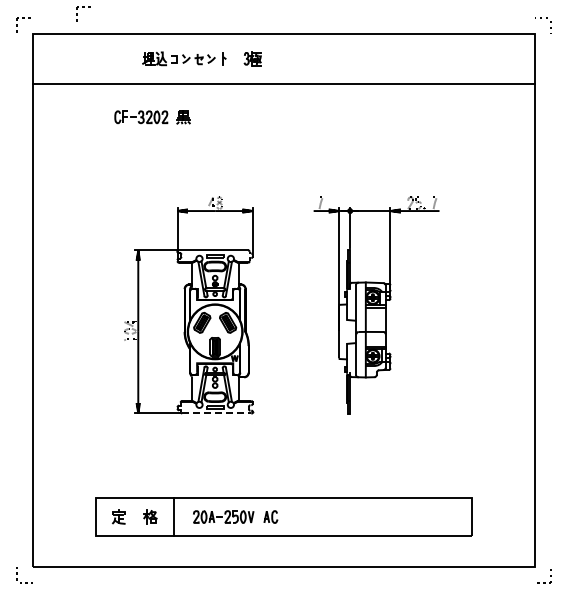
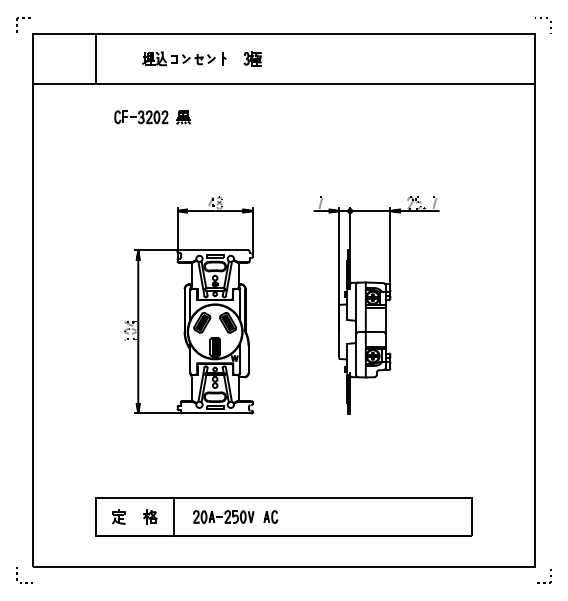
line at (83, 7): present -> none
line at (95, 58): none -> present
line at (216, 413): dashed -> solid
